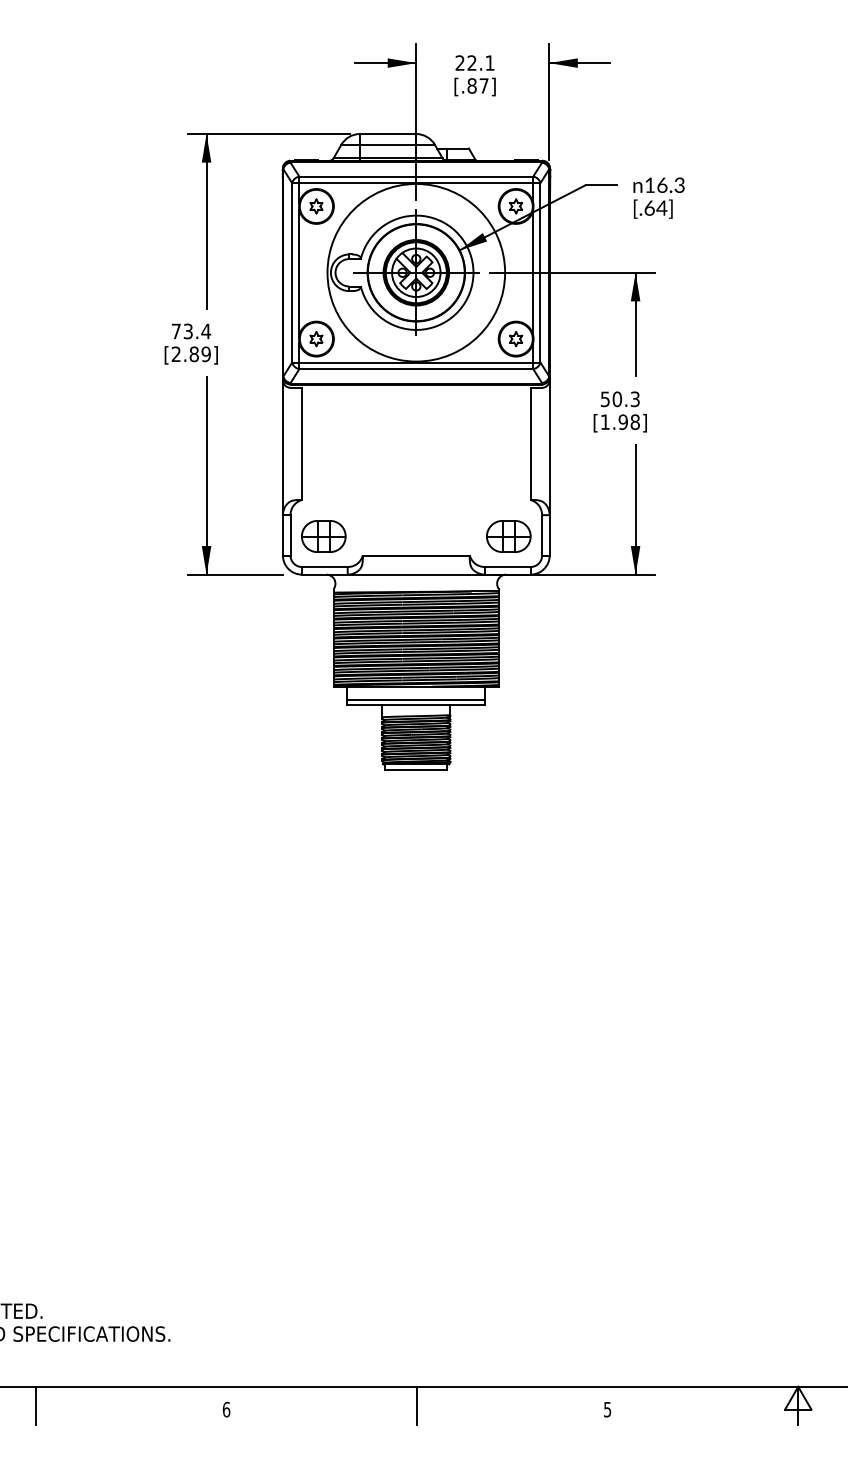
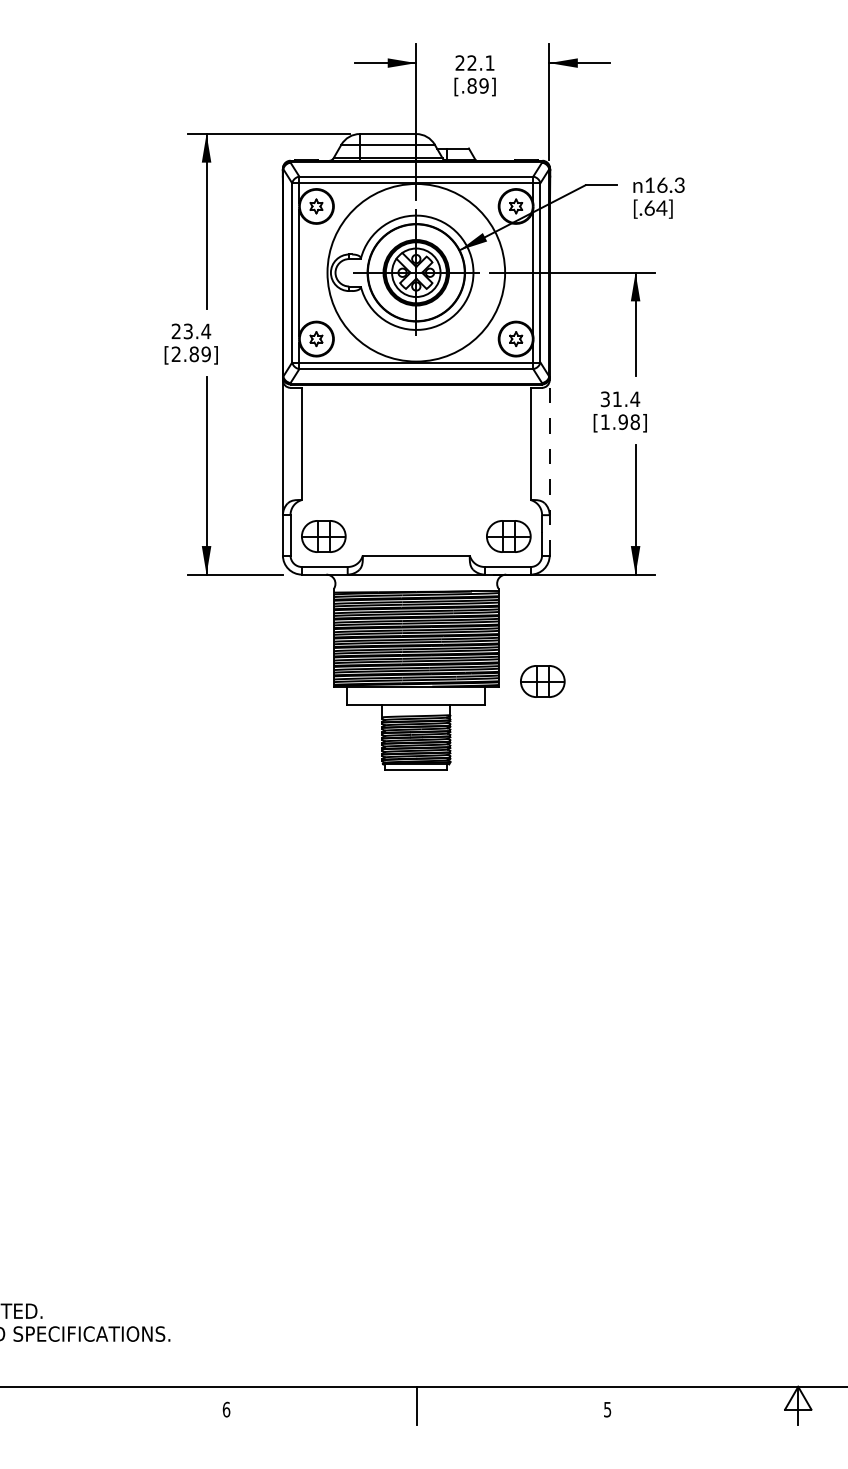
text at (483, 85): [.87] -> [.89]
text at (175, 331): 73.4 -> 23.4
text at (620, 399): 50.3 -> 31.4
line at (549, 467): solid -> dashed
part at (542, 681): none -> present
line at (416, 700): present -> none
line at (36, 1405): present -> none
